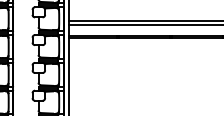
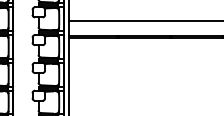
line at (144, 25): present -> none
